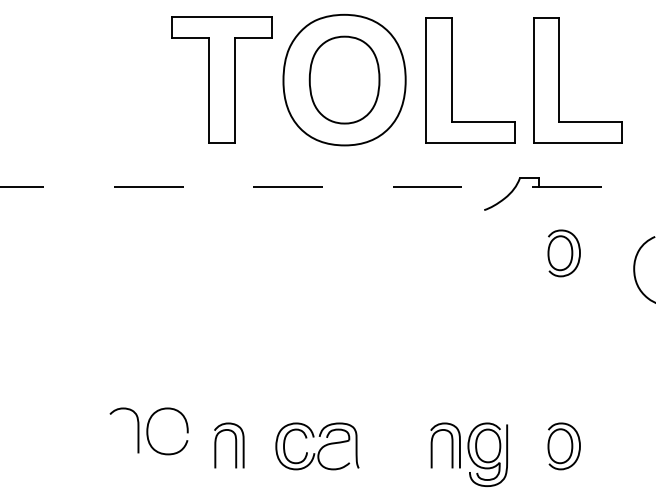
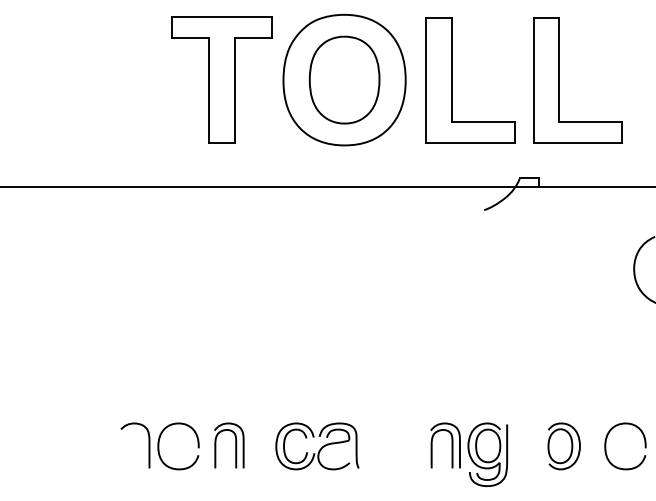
line at (328, 186): dashed -> solid
part at (563, 253): present -> none
part at (148, 431) position: (148, 431) -> (159, 446)
curve at (606, 446): none -> present
